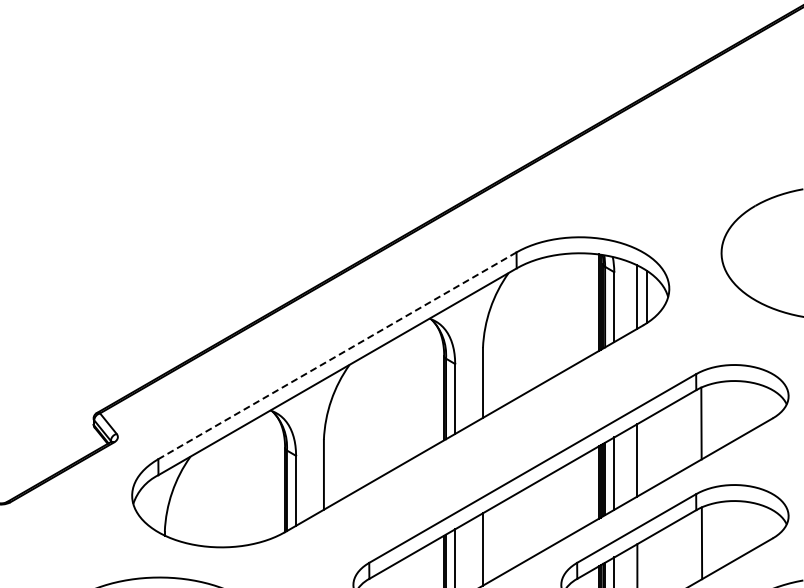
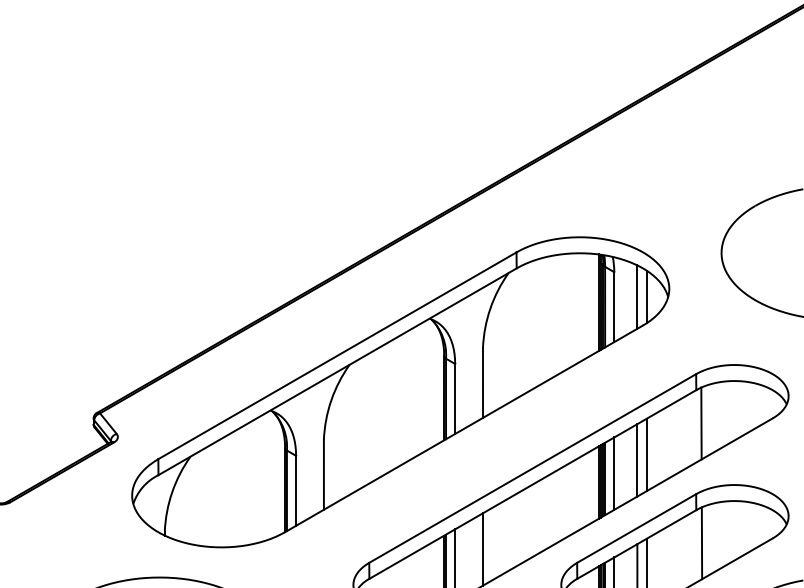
line at (337, 355): dashed -> solid
line at (646, 454): none -> present
line at (646, 561): none -> present
